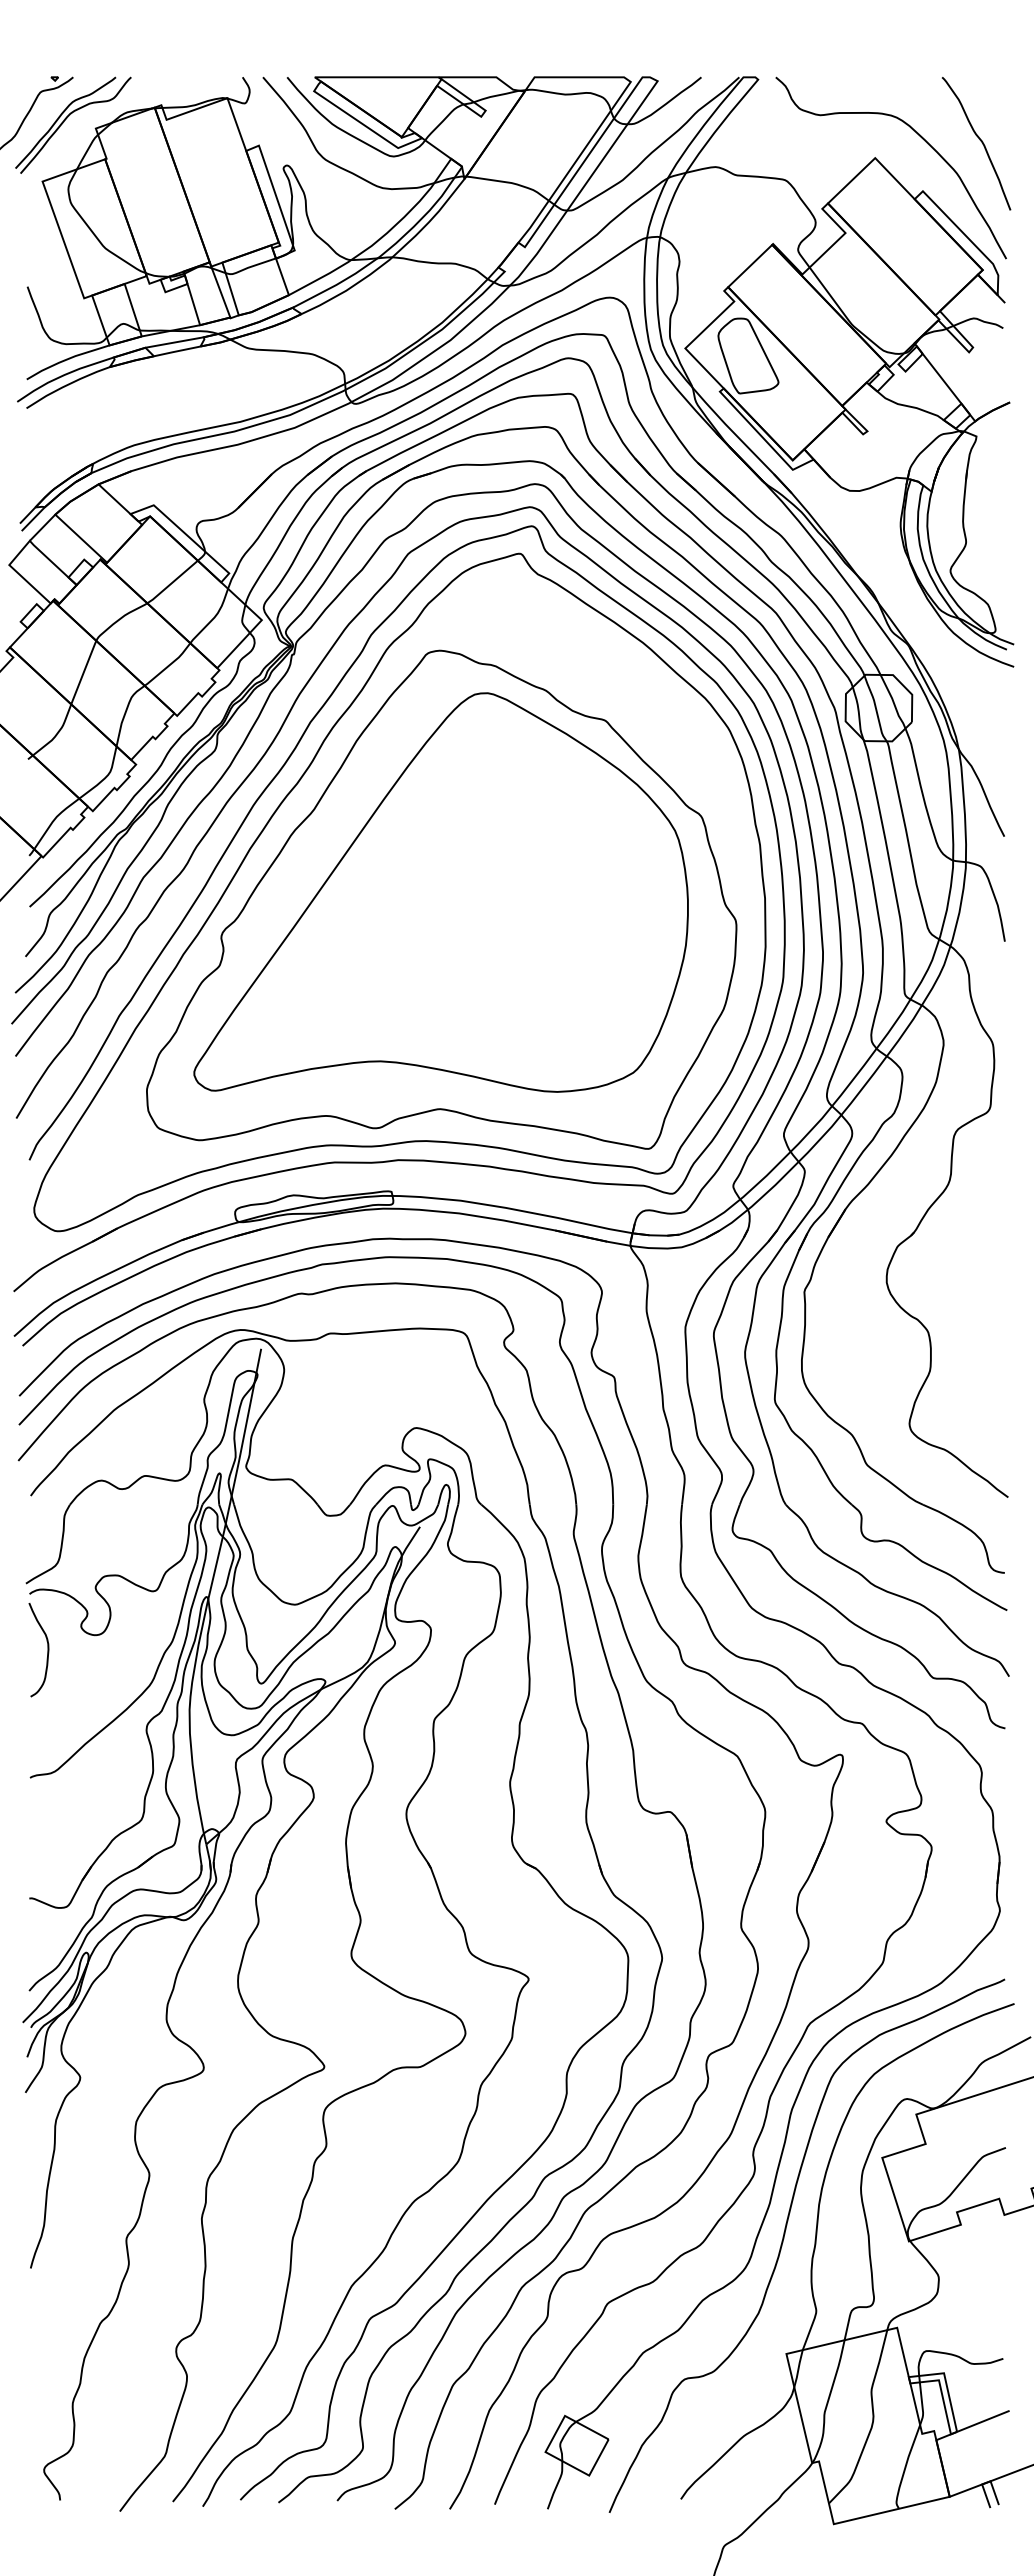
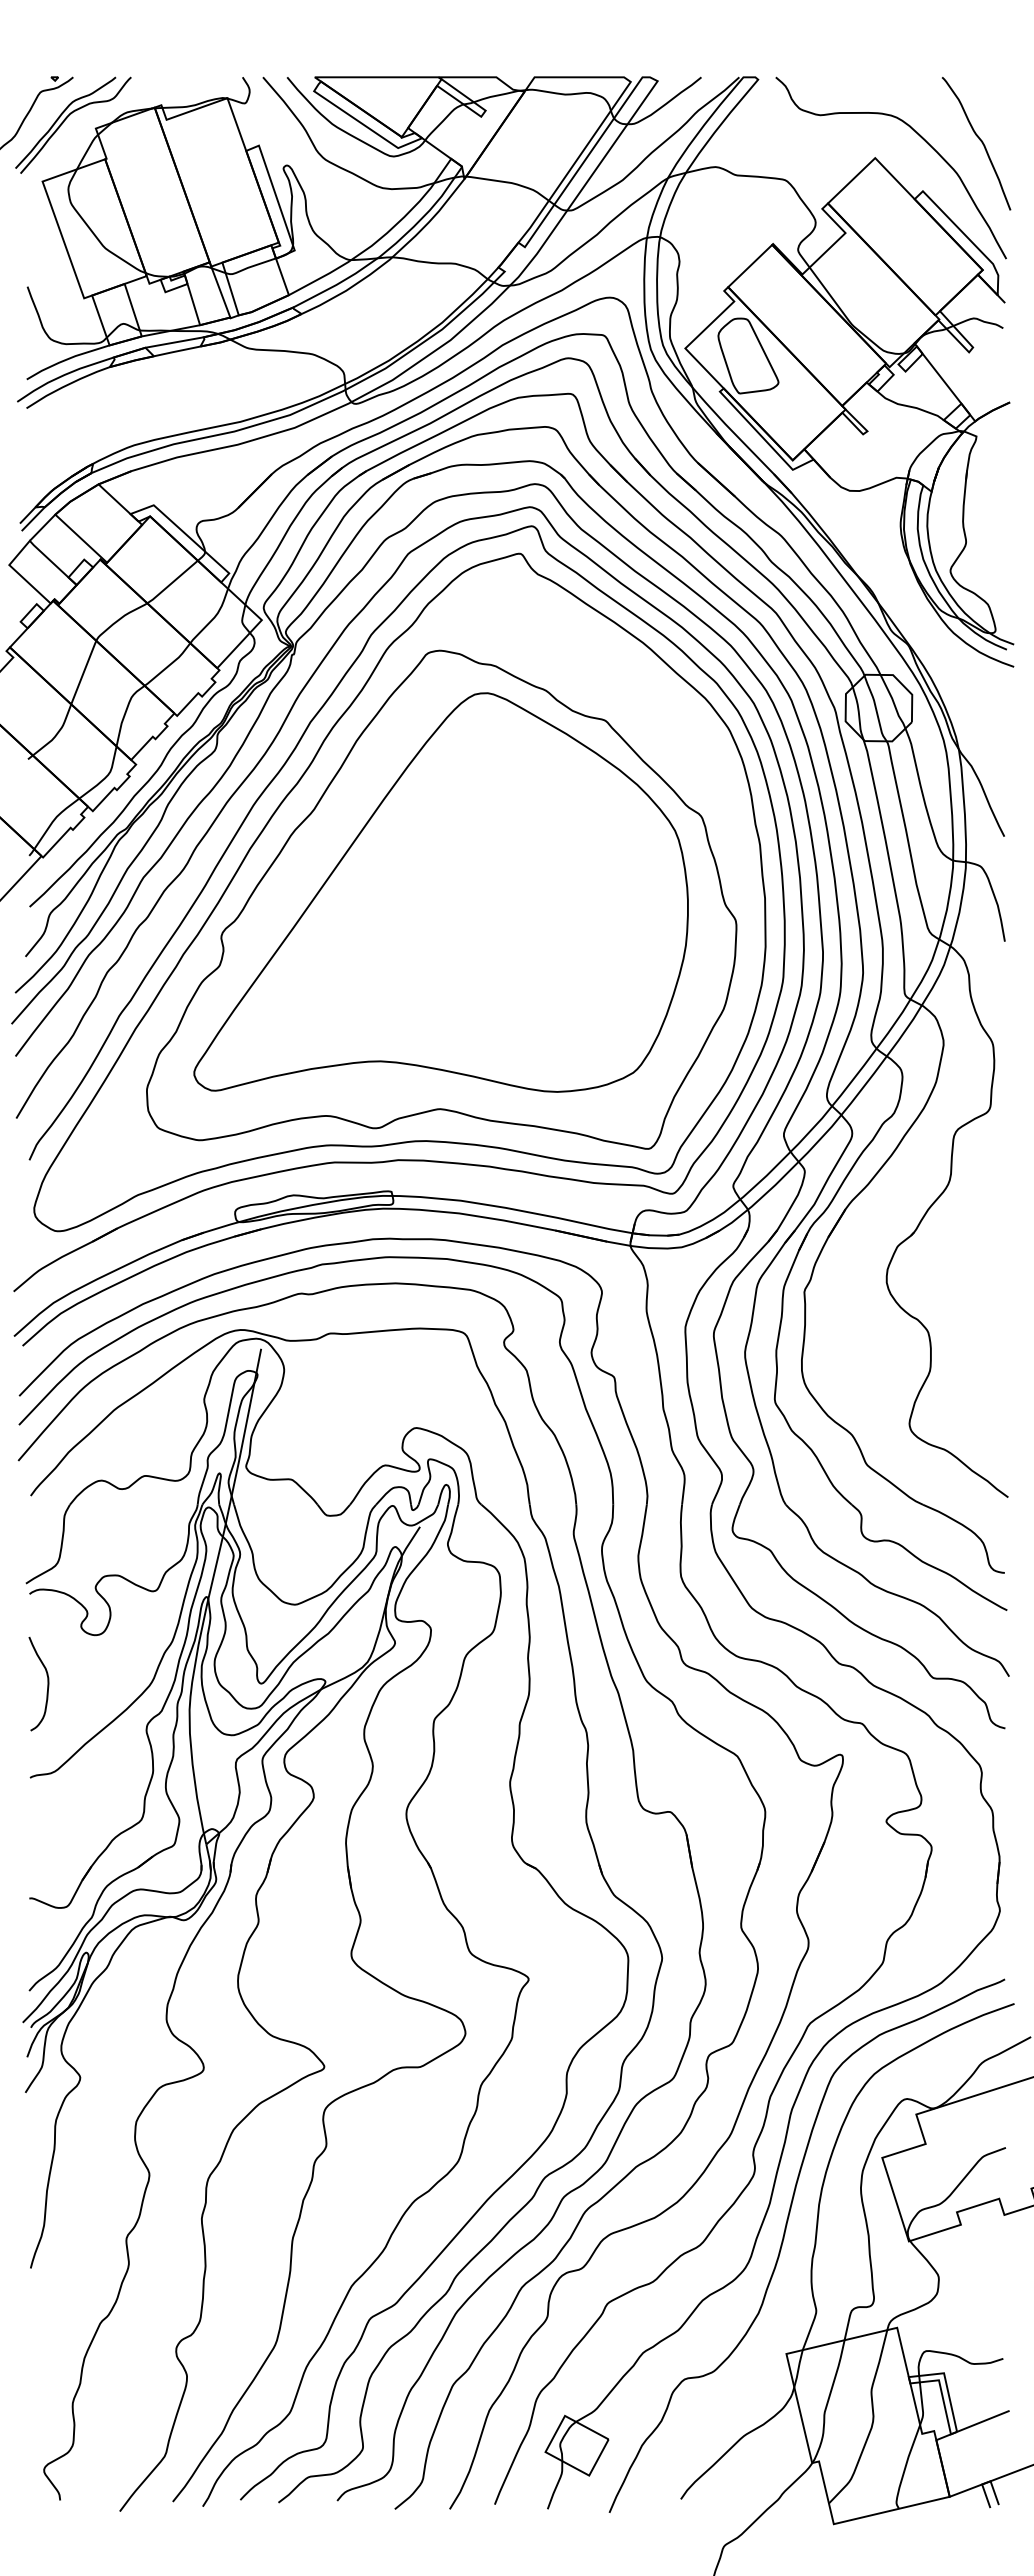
curve at (47, 1650) position: (47, 1650) -> (47, 1684)
